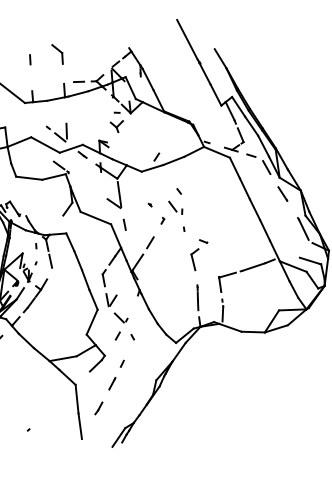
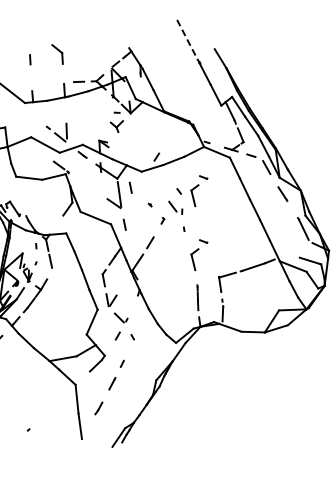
line at (187, 40): solid -> dashed
line at (130, 187): none -> present
part at (199, 191): none -> present
